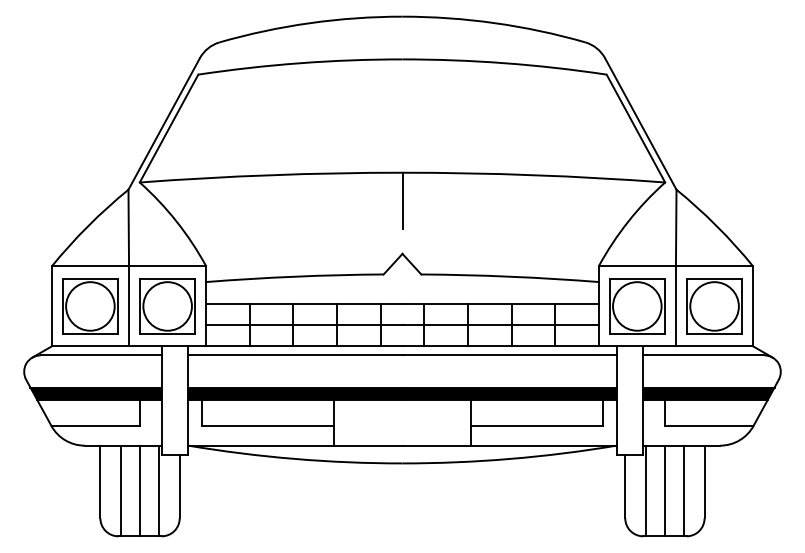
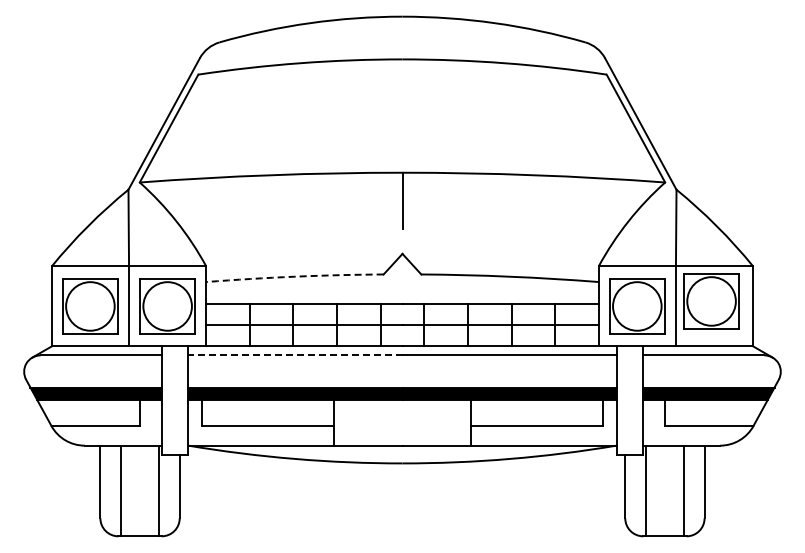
arc at (294, 276): solid -> dashed
part at (714, 306) position: (714, 306) -> (711, 301)
line at (294, 355): solid -> dashed
line at (140, 490): present -> none
line at (664, 490): present -> none
